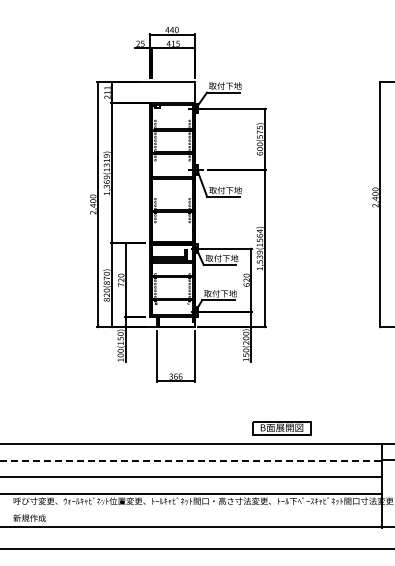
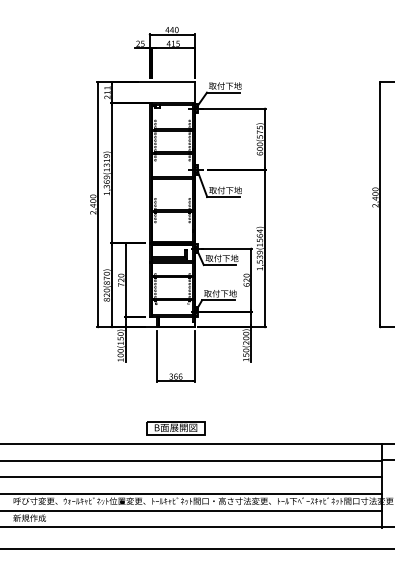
part at (281, 428) position: (281, 428) -> (175, 428)
line at (191, 460): dashed -> solid
line at (191, 510): none -> present
